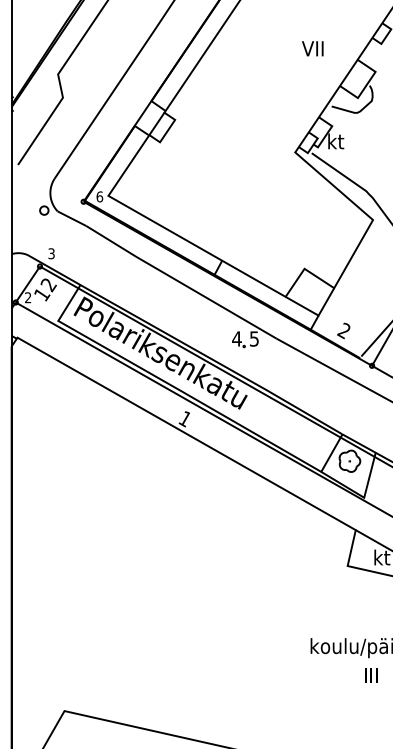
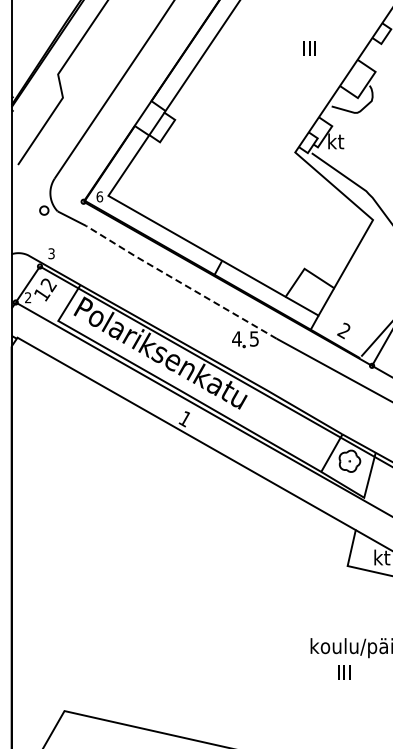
text at (312, 48): VII -> III
line at (180, 282): solid -> dashed
text at (371, 675) position: (371, 675) -> (344, 672)
